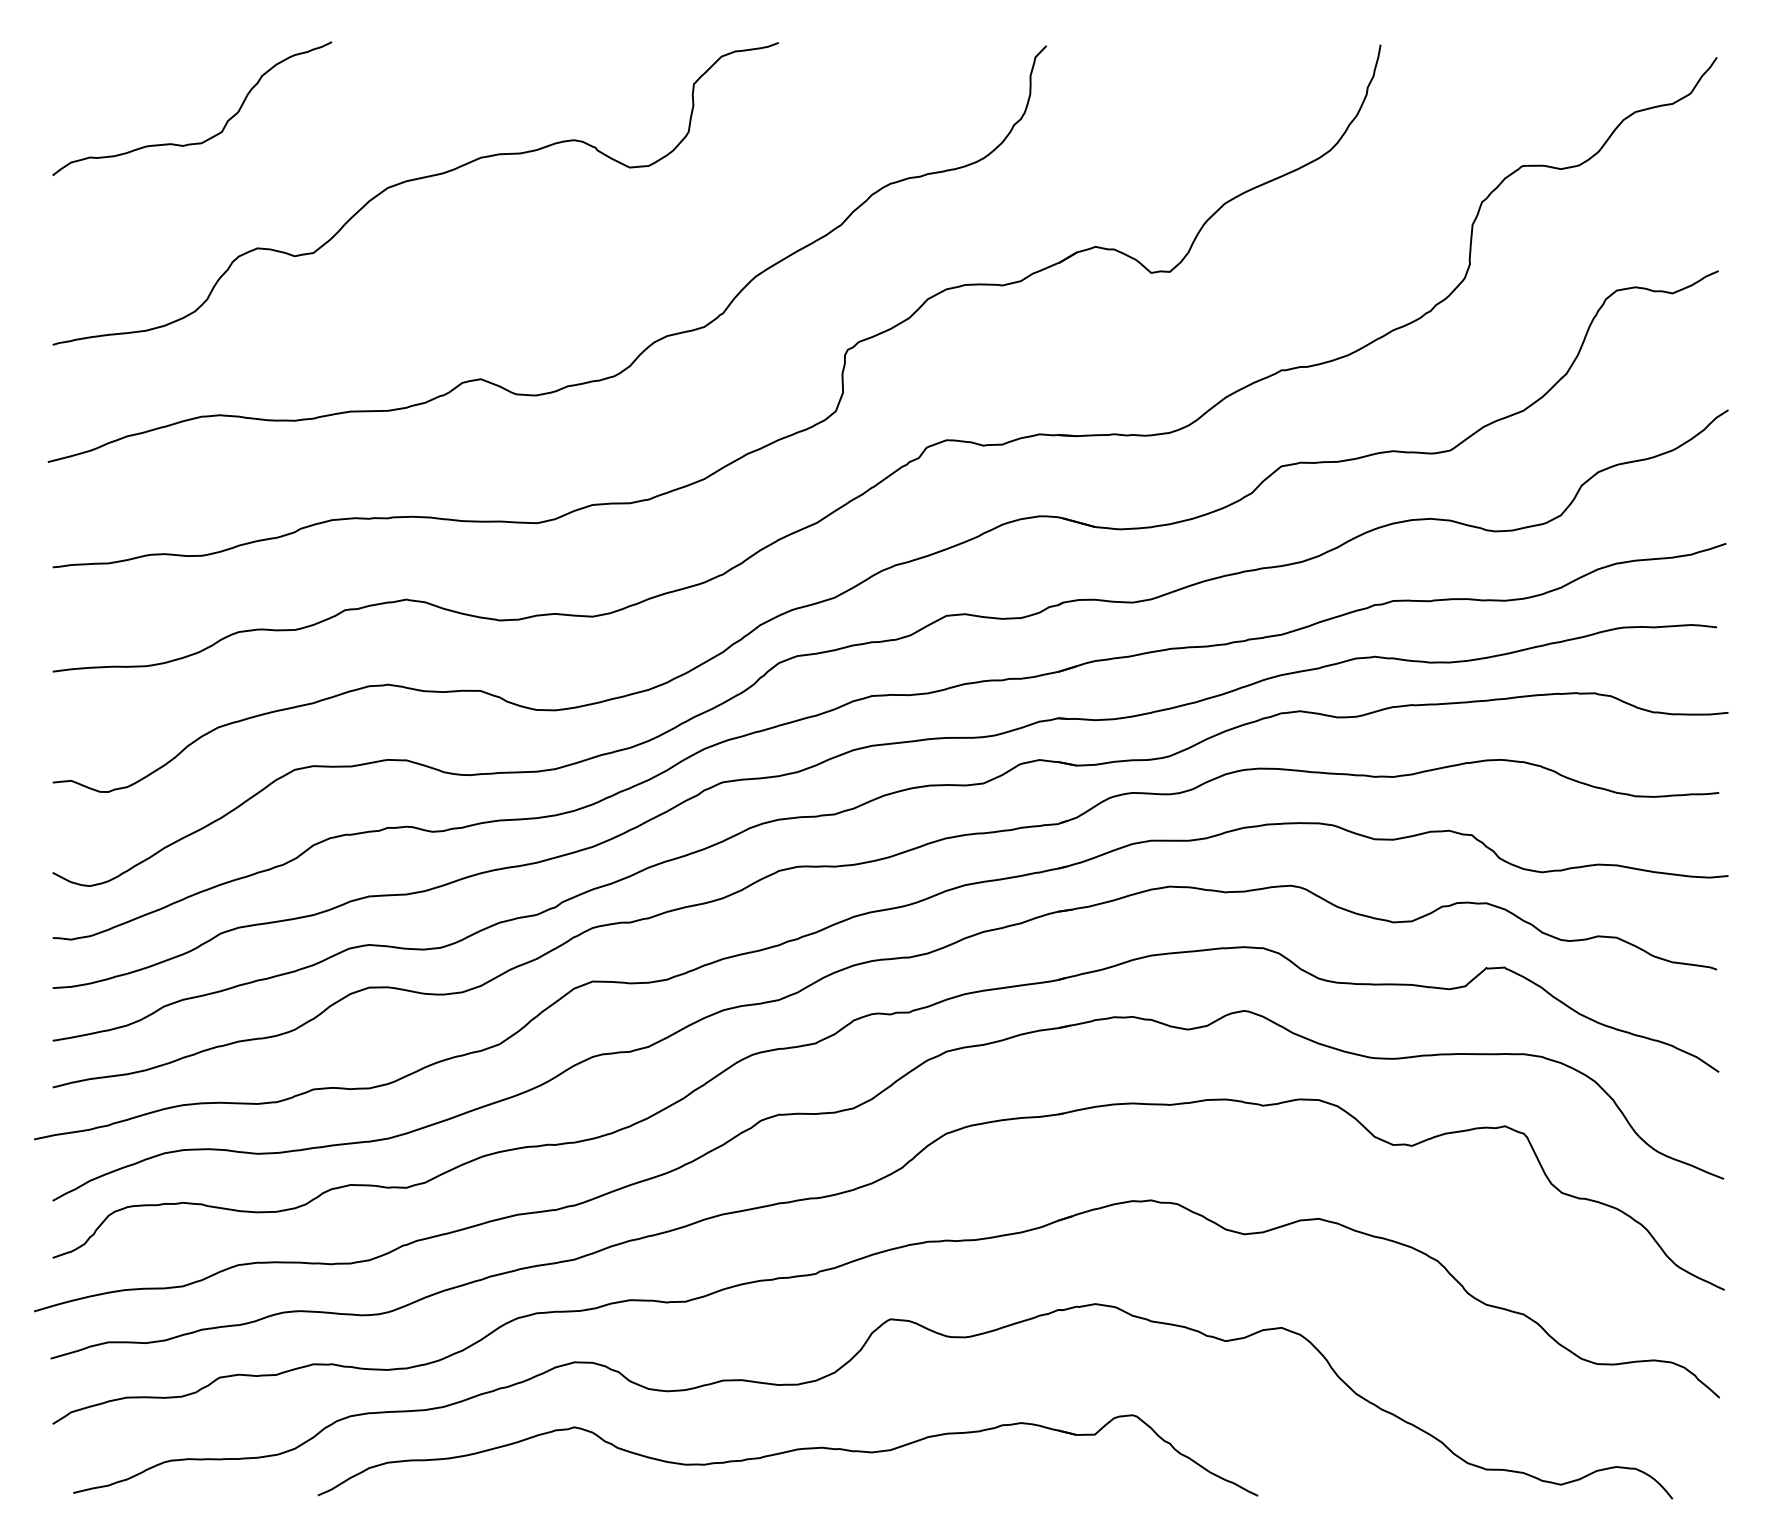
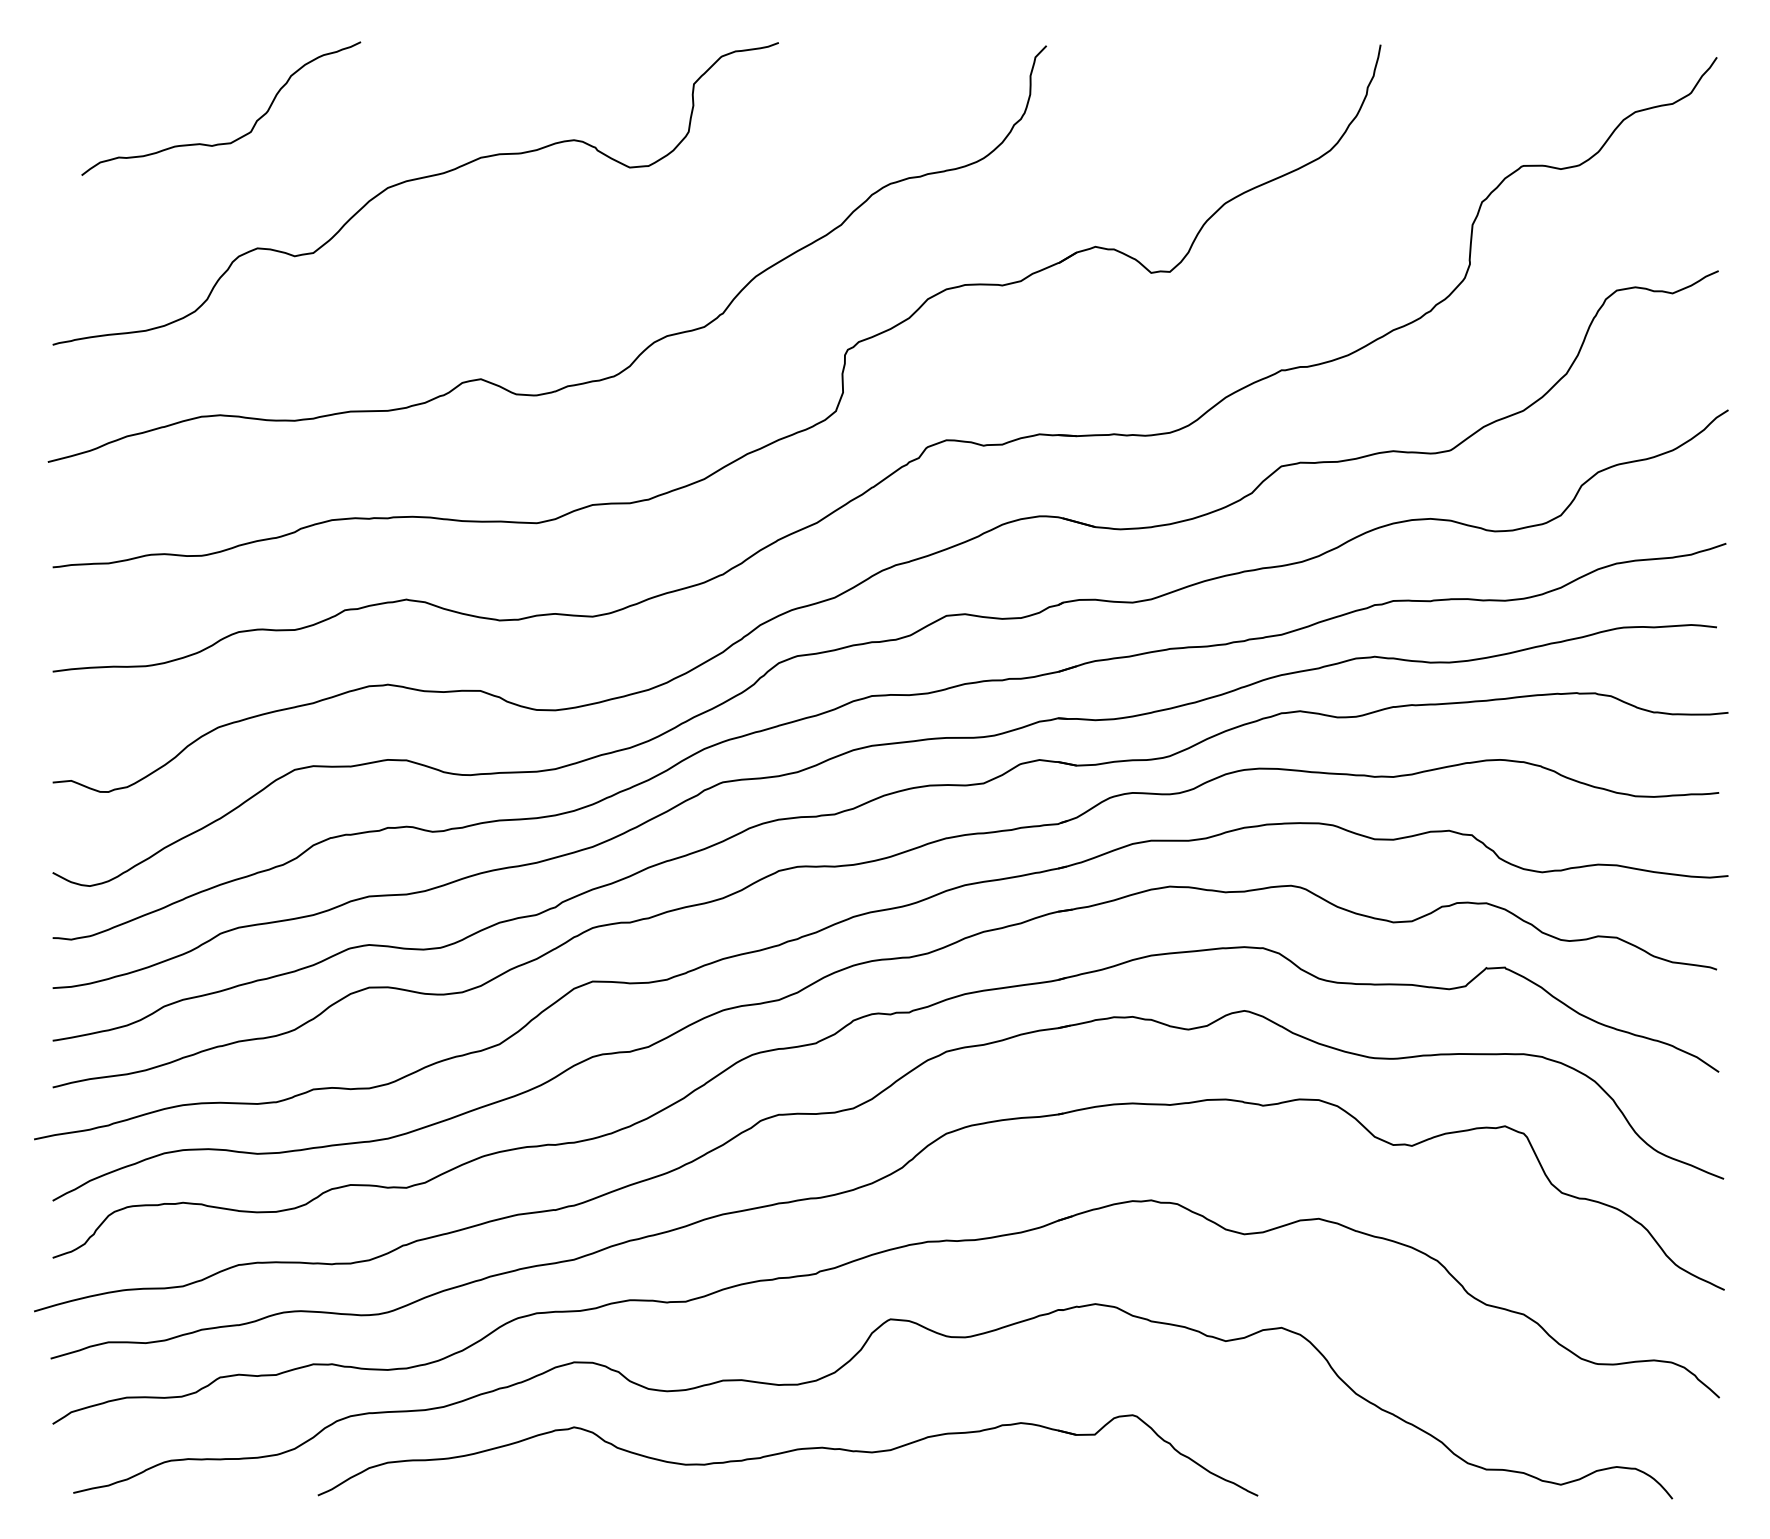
curve at (209, 137) position: (209, 137) -> (238, 137)
